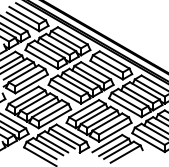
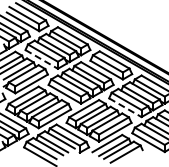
line at (41, 59): solid -> dashed
line at (125, 107): solid -> dashed
